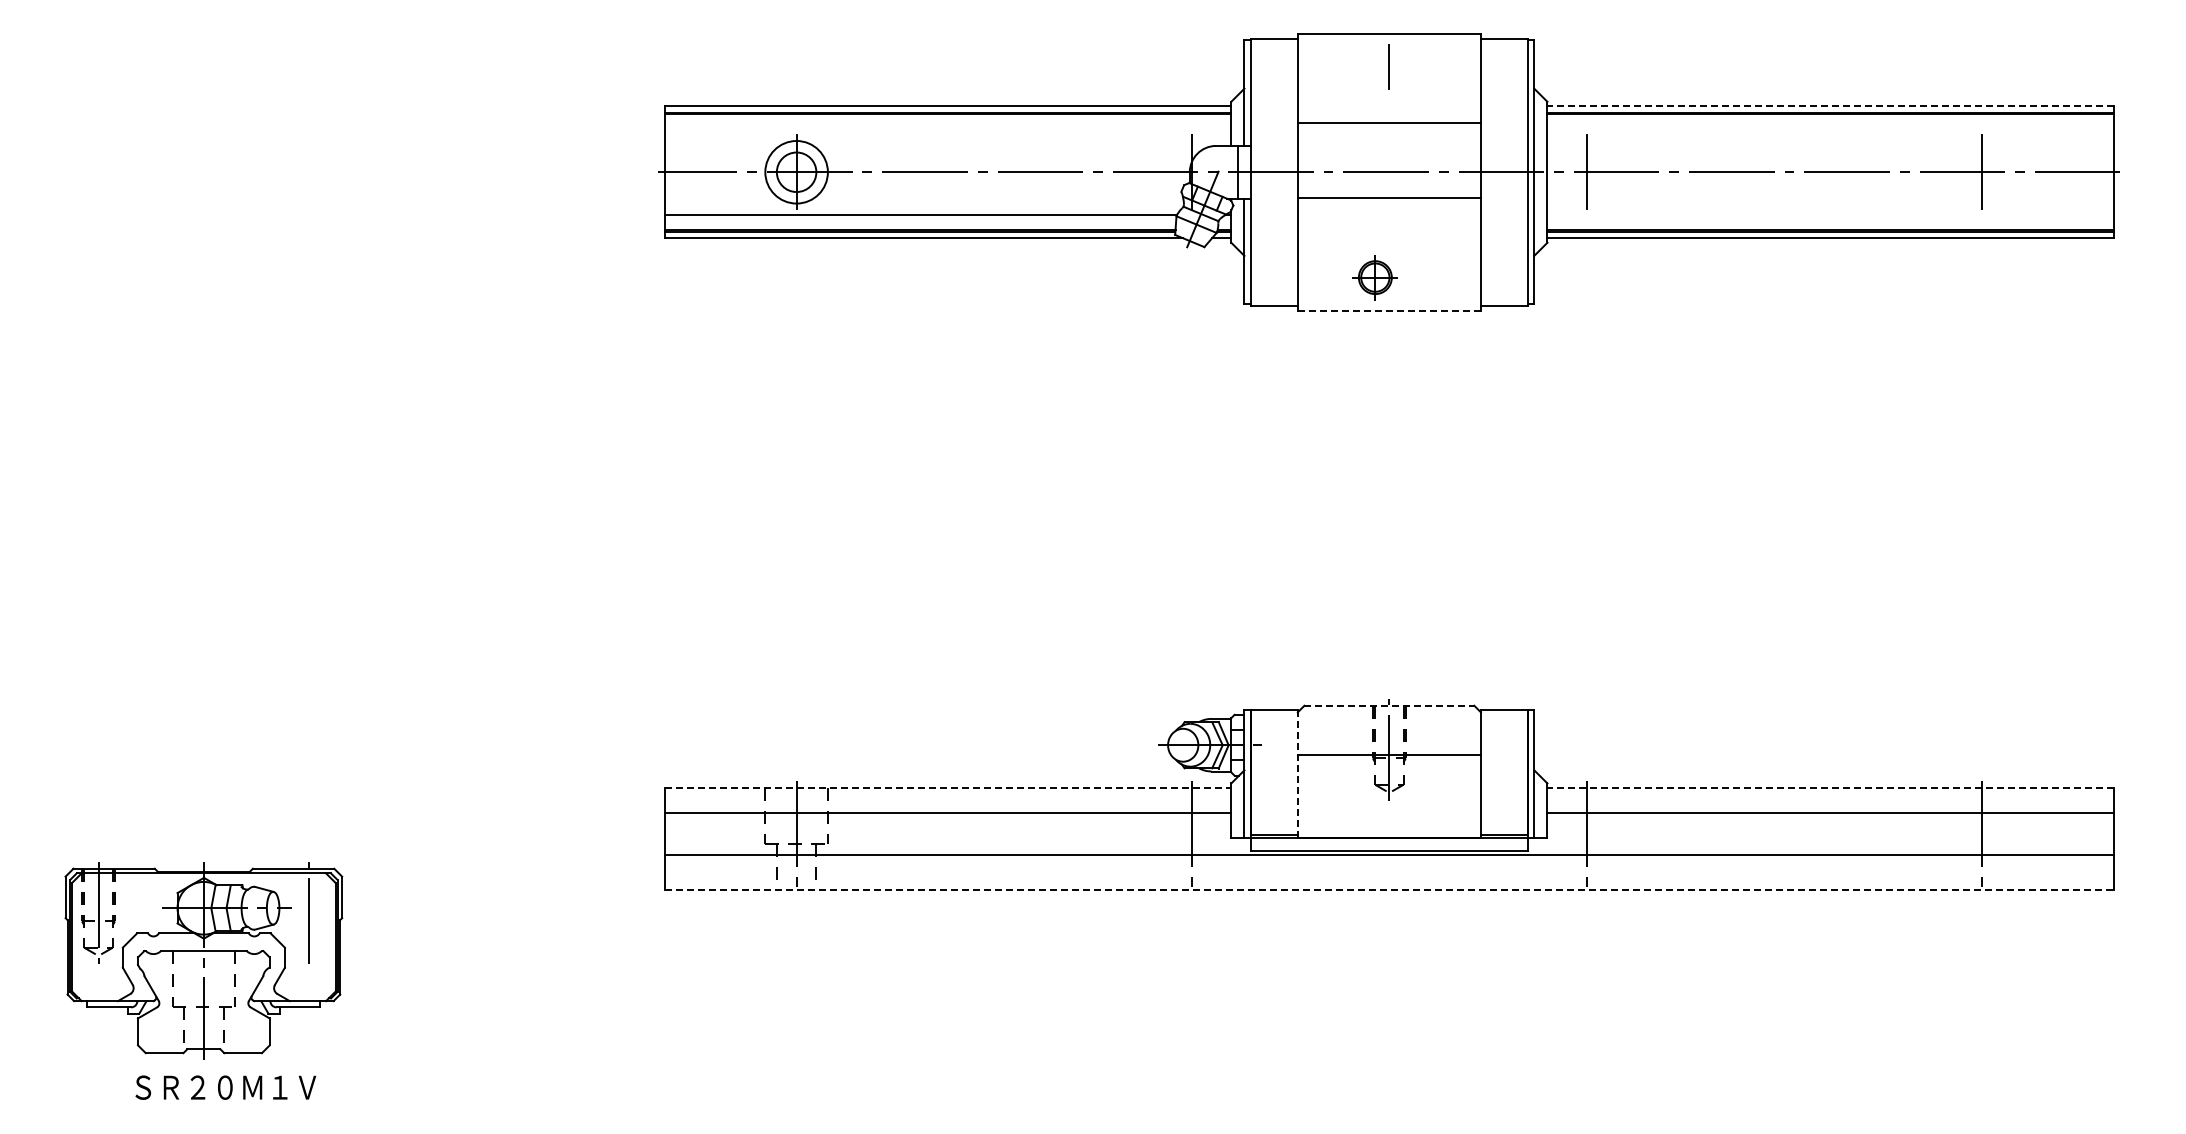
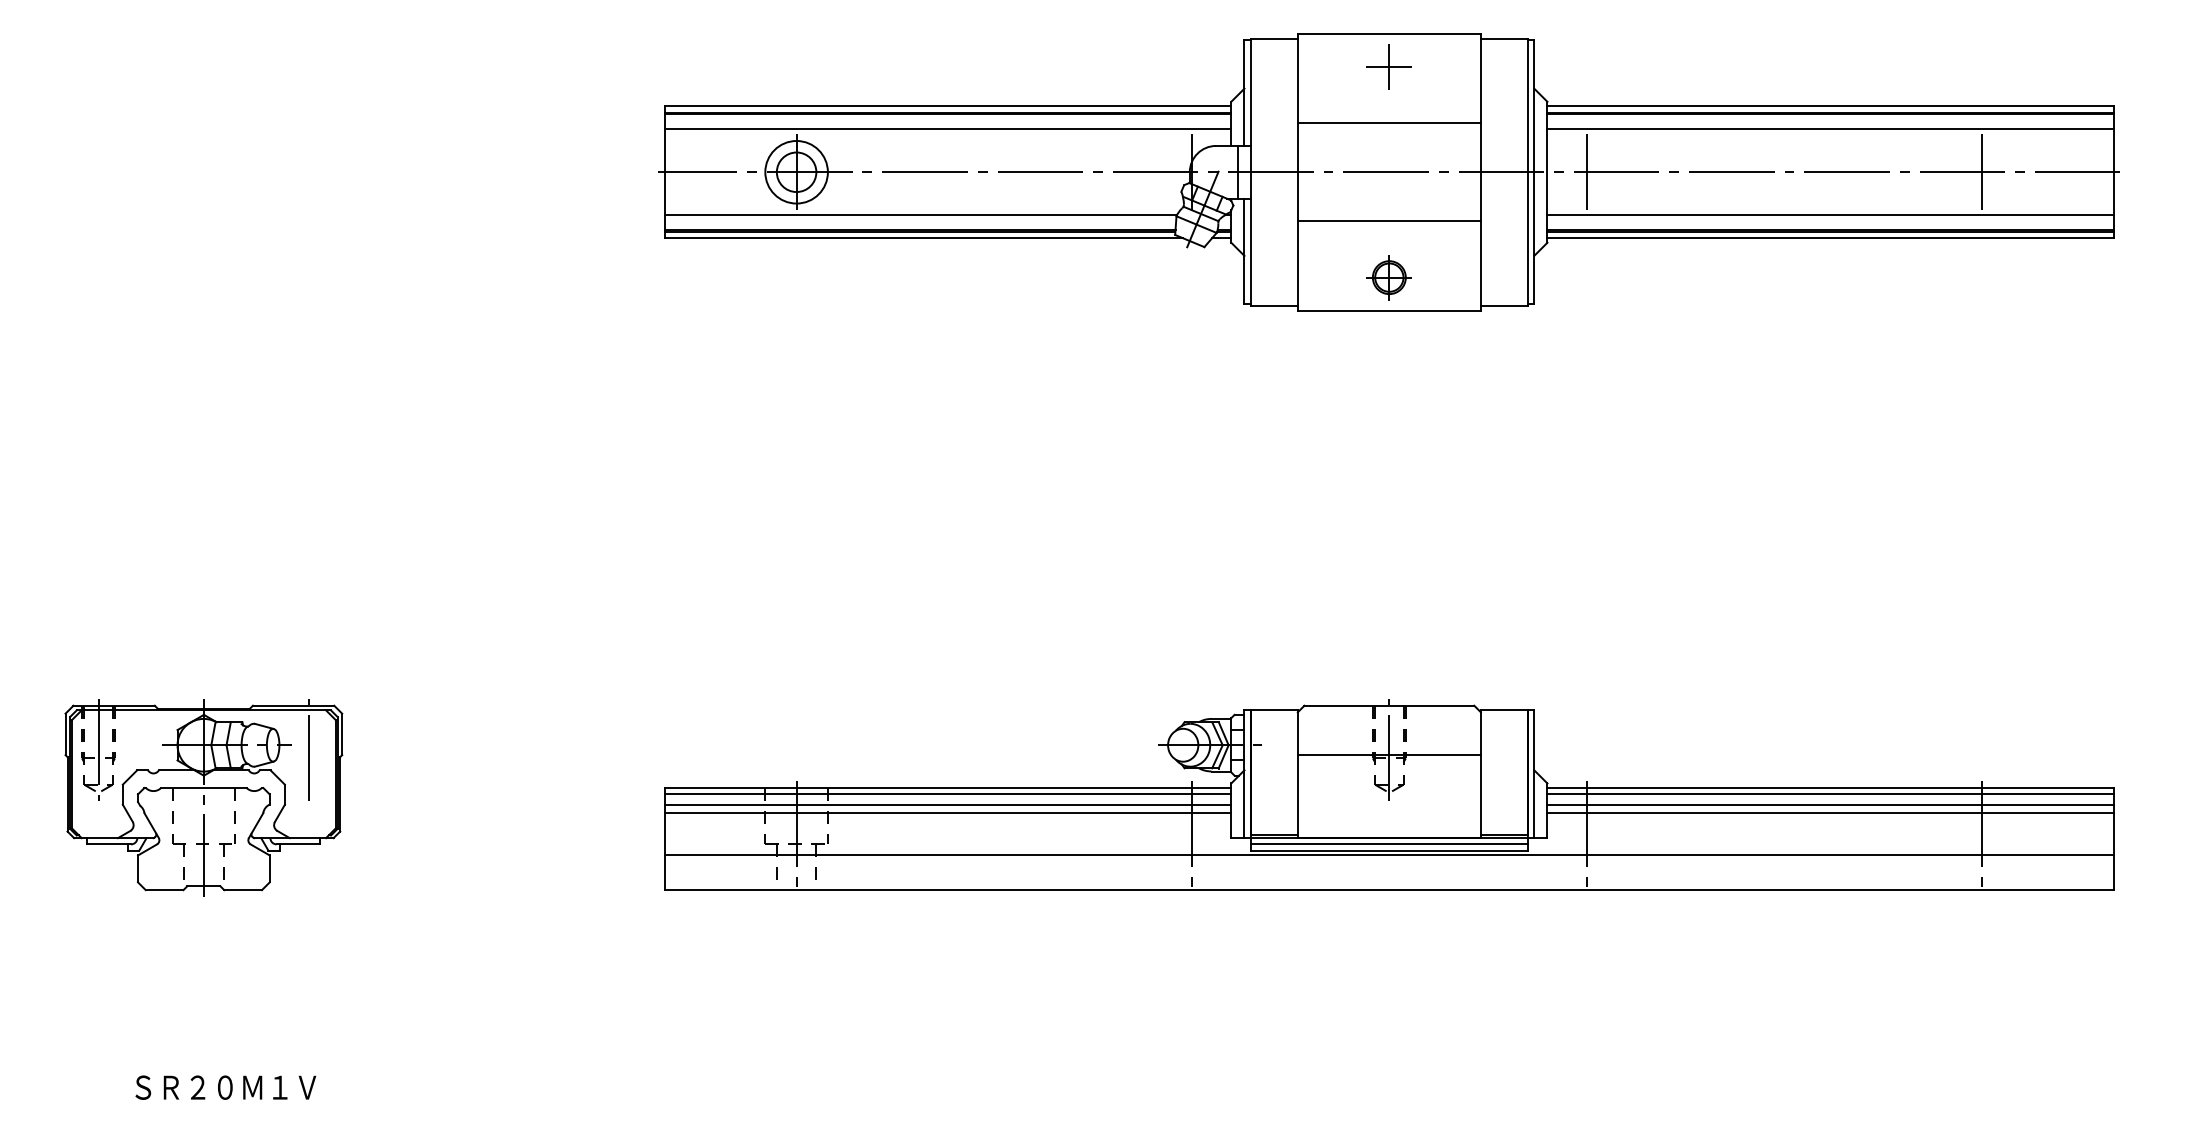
line at (1389, 66): none -> present
line at (1830, 106): dashed -> solid
line at (947, 129): none -> present
line at (1830, 129): none -> present
line at (1388, 198) position: (1388, 198) -> (1388, 221)
line at (1830, 215): none -> present
part at (1374, 277) position: (1374, 277) -> (1388, 277)
line at (1389, 310): dashed -> solid
line at (1389, 705): dashed -> solid
line at (1297, 774): dashed -> solid
line at (948, 788): dashed -> solid
line at (1830, 788): dashed -> solid
line at (947, 794): none -> present
line at (1830, 794): none -> present
line at (947, 804): none -> present
line at (1830, 804): none -> present
line at (1389, 844): none -> present
line at (1389, 890): dashed -> solid
part at (203, 960) position: (203, 960) -> (203, 797)
